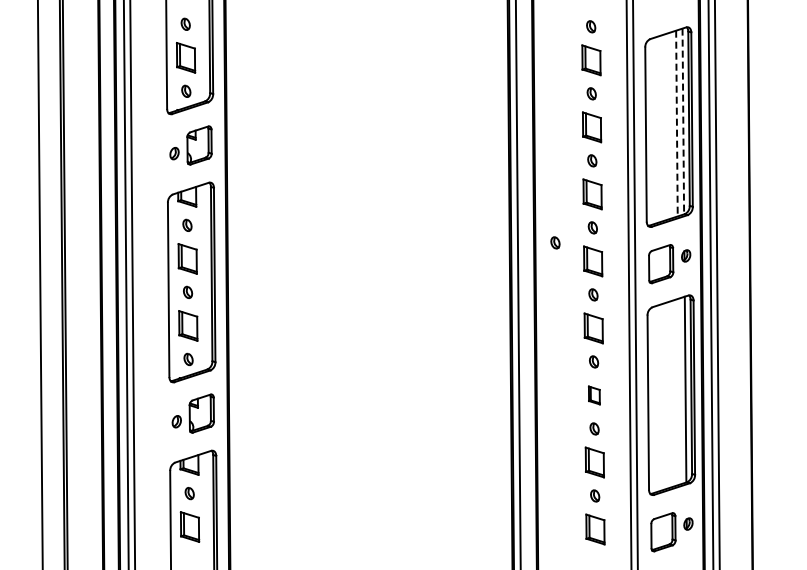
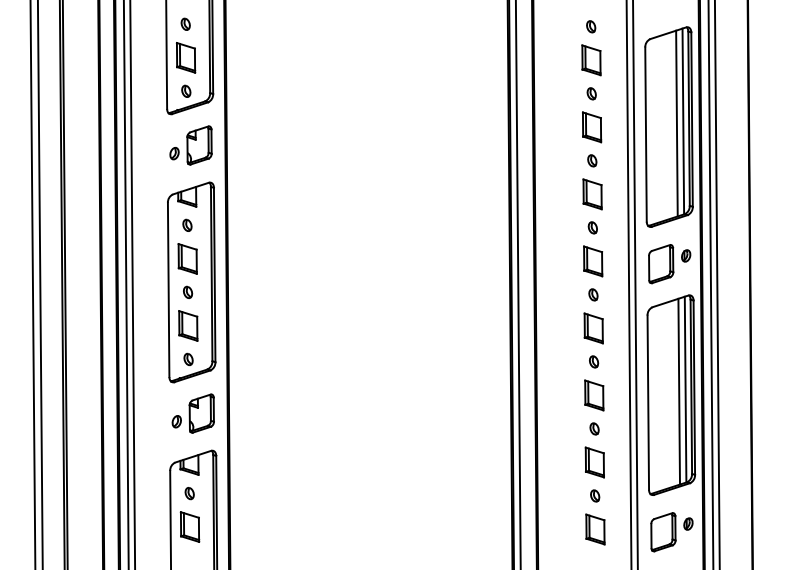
line at (683, 121): dashed -> solid
line at (676, 123): dashed -> solid
part at (555, 242): present -> none
line at (32, 284): none -> present
line at (679, 391): none -> present
part at (594, 395) size: 13x21 px -> 21x33 px
